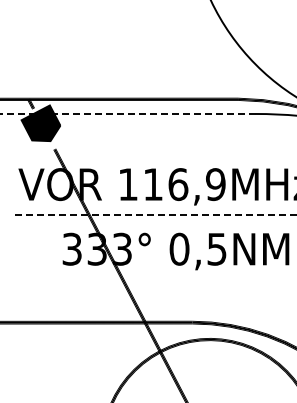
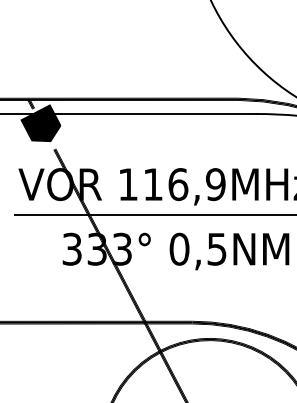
line at (127, 113): dashed -> solid
line at (154, 214): dashed -> solid
